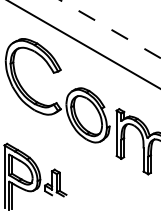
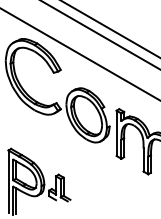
line at (110, 29): dashed -> solid
line at (100, 34): none -> present
line at (83, 44) position: (83, 44) -> (79, 54)
part at (35, 176) position: (35, 176) -> (39, 181)
